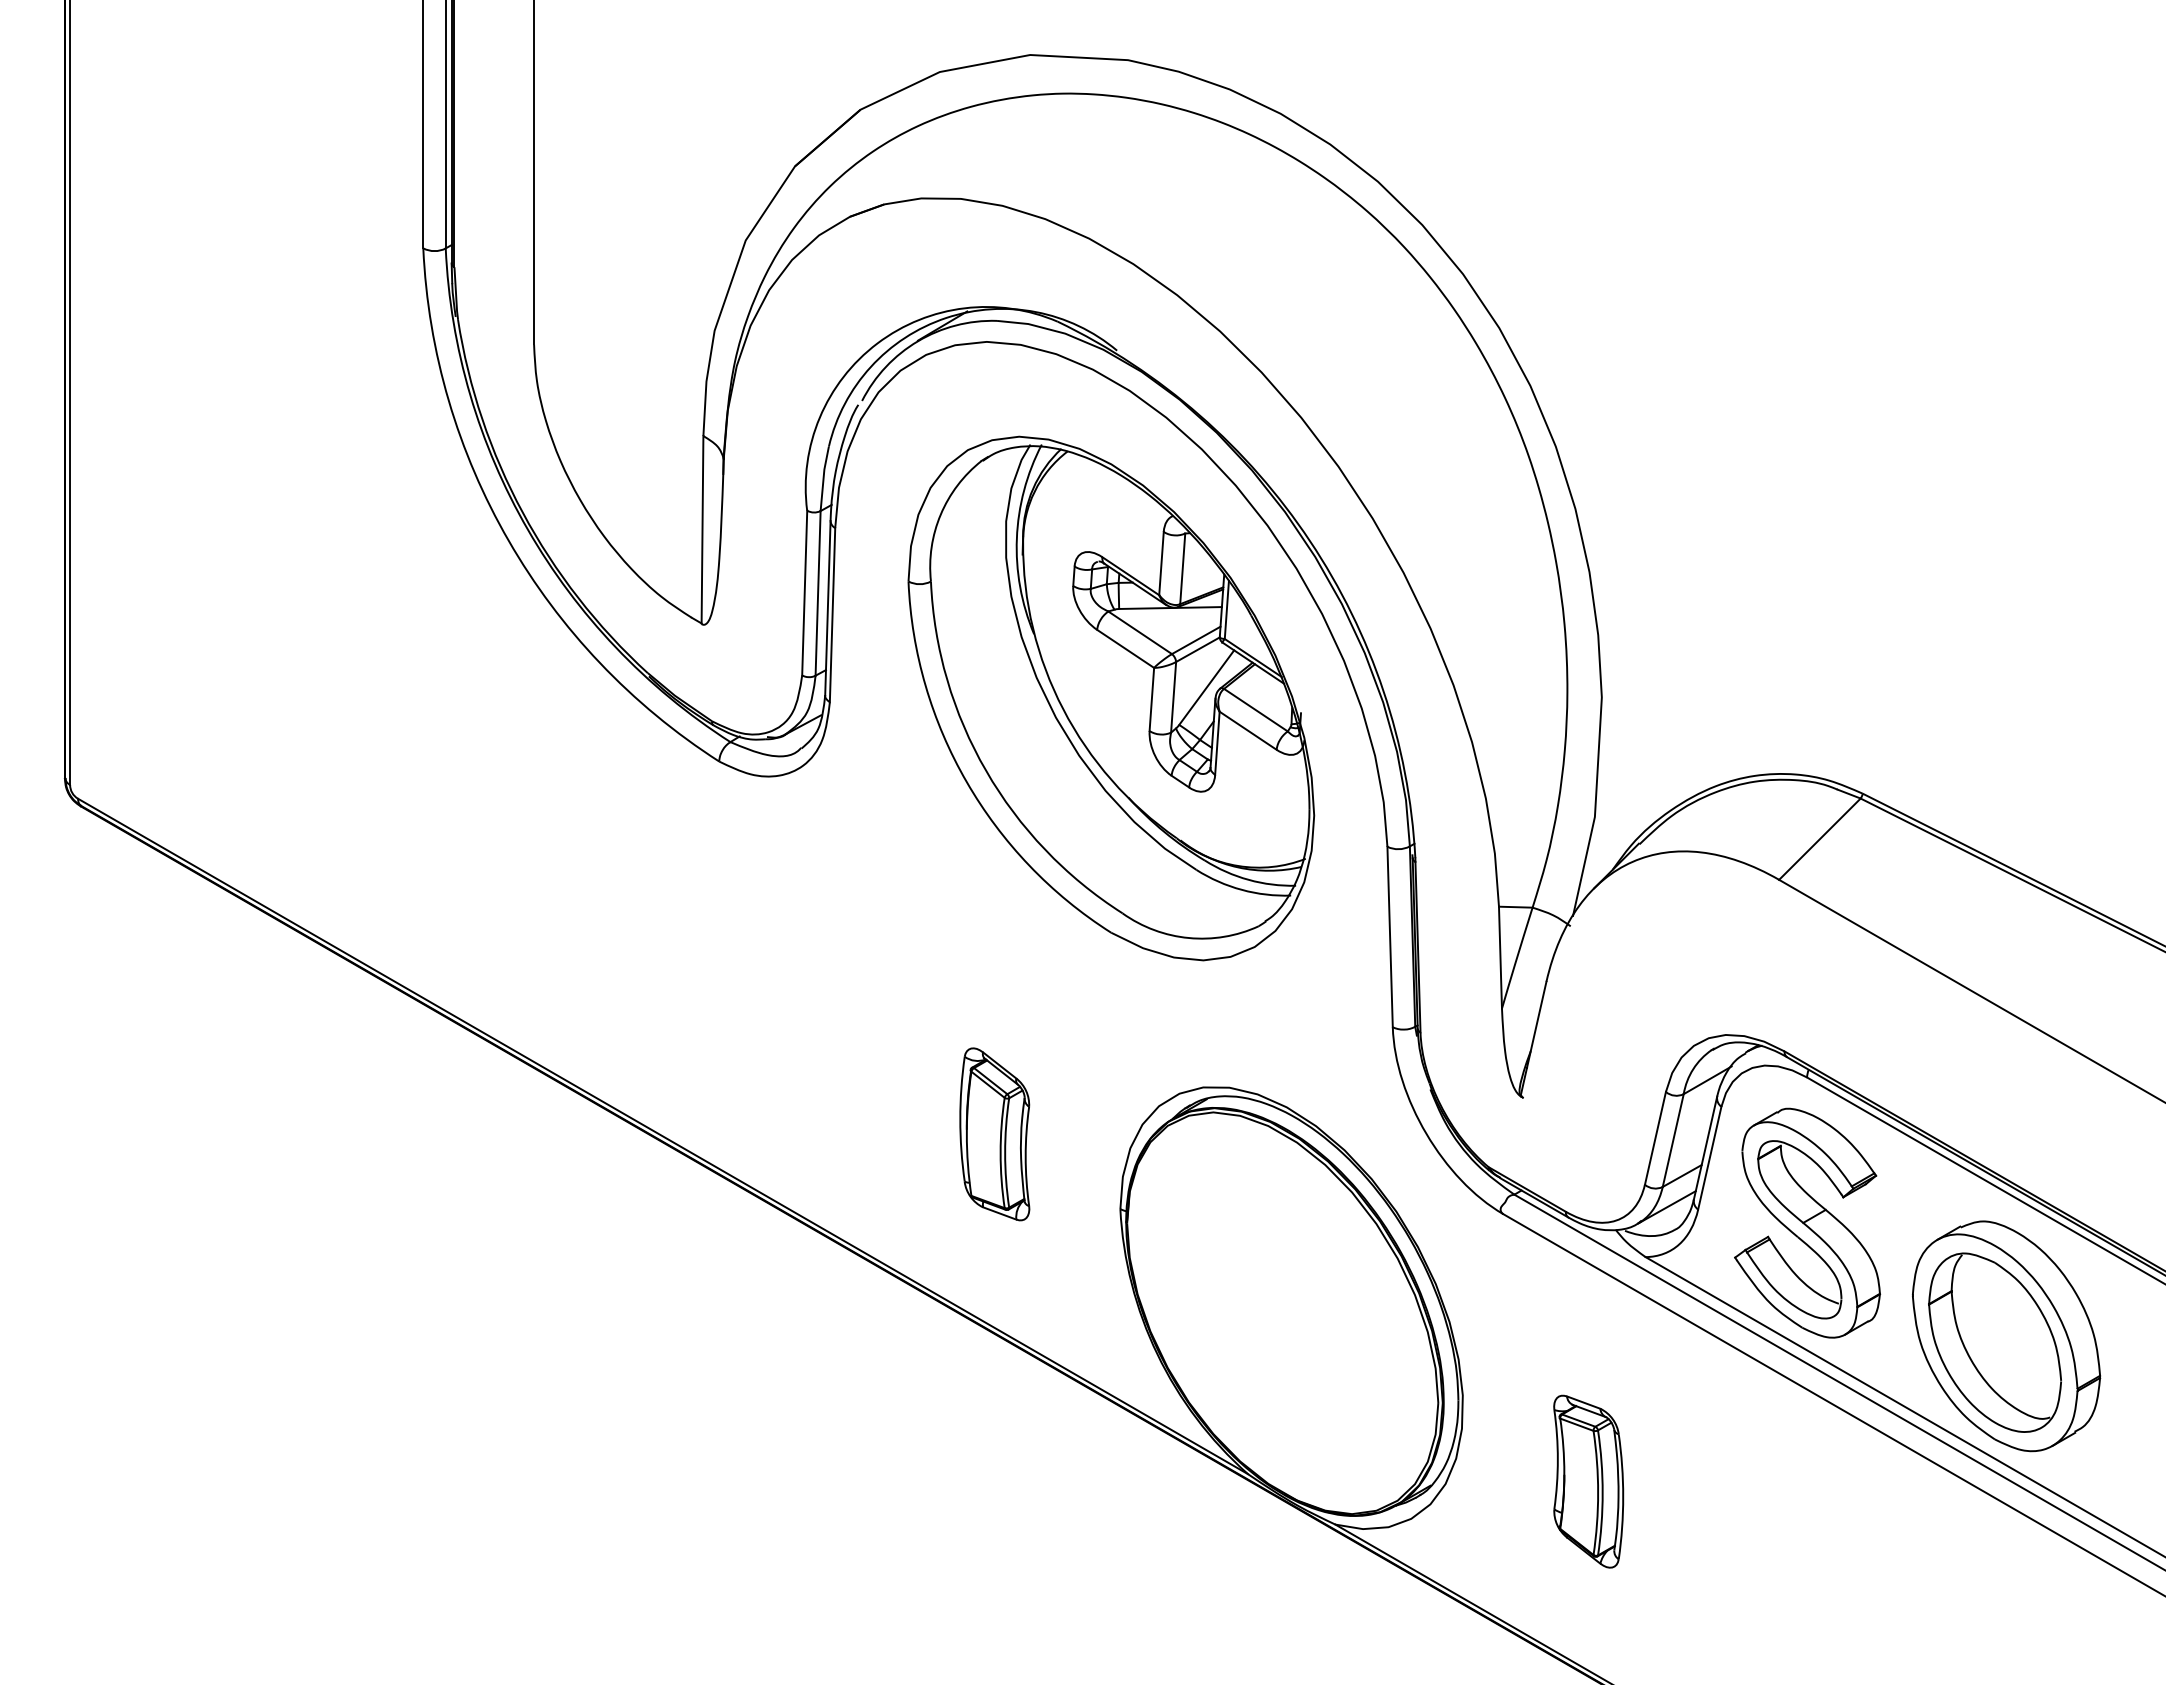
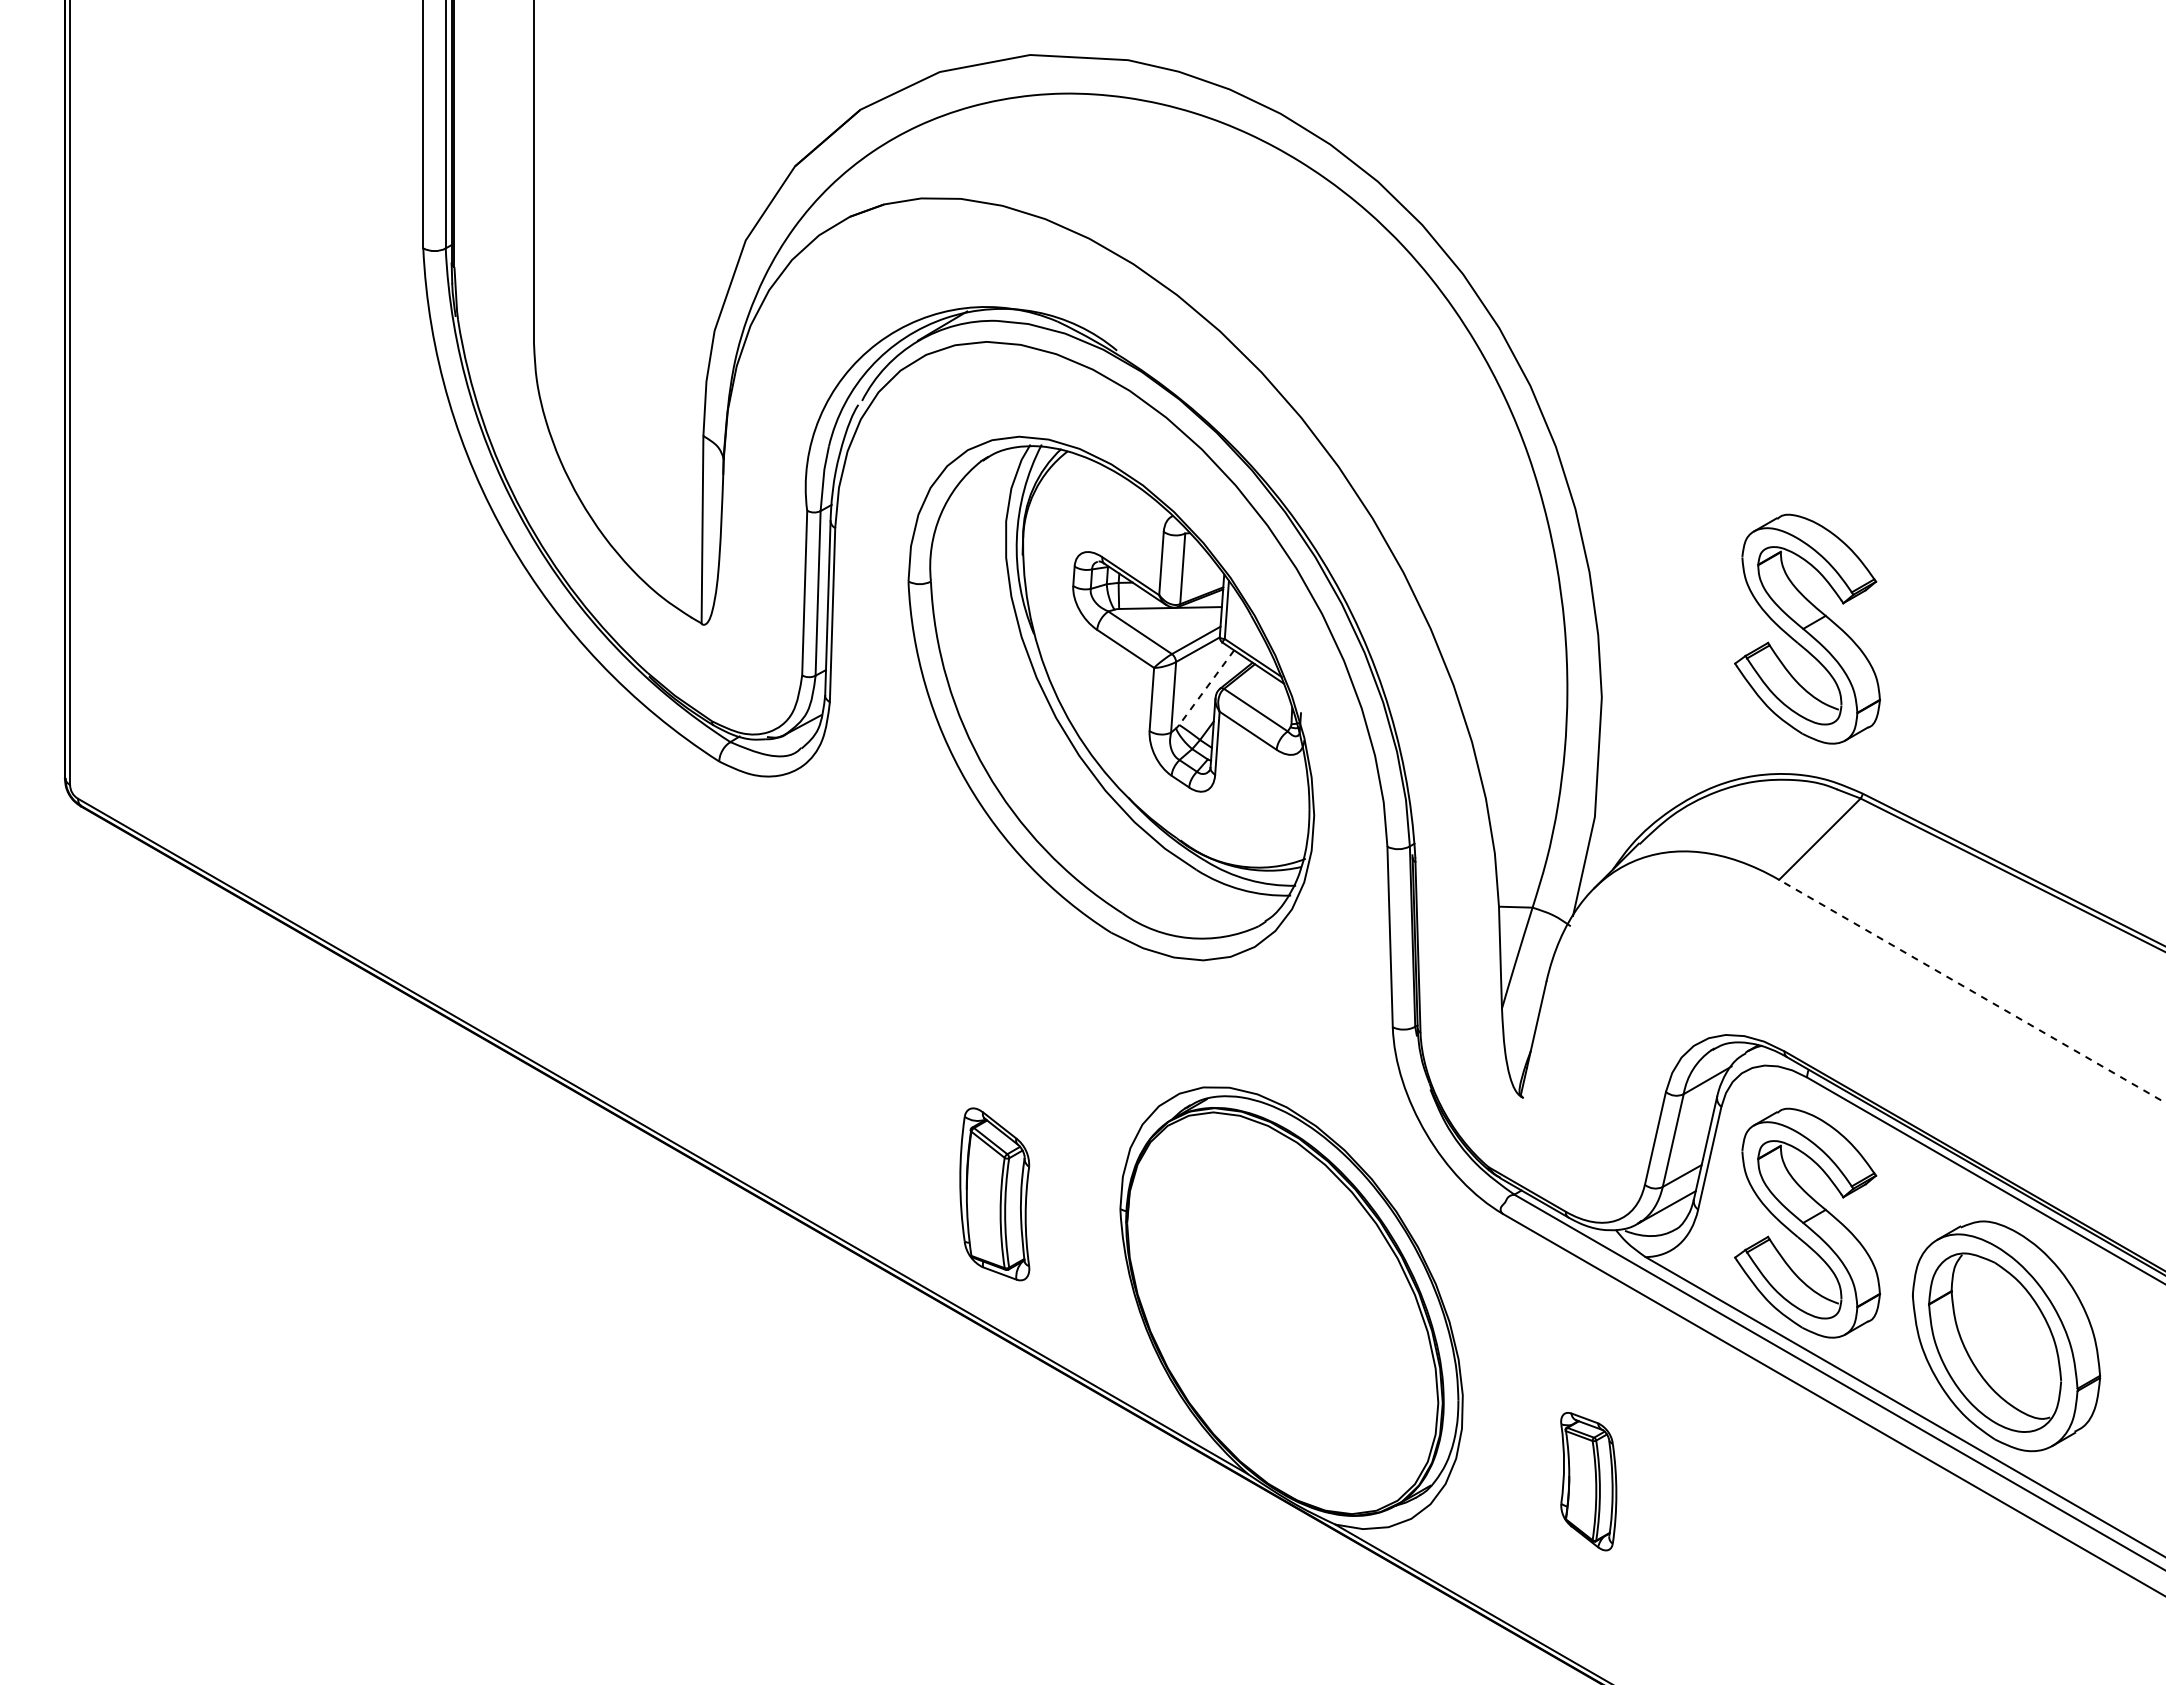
part at (1807, 628): none -> present
line at (1206, 688): solid -> dashed
line at (1972, 991): solid -> dashed
part at (994, 1134) position: (994, 1134) -> (994, 1194)
part at (1588, 1481) size: 72x175 px -> 58x140 px
